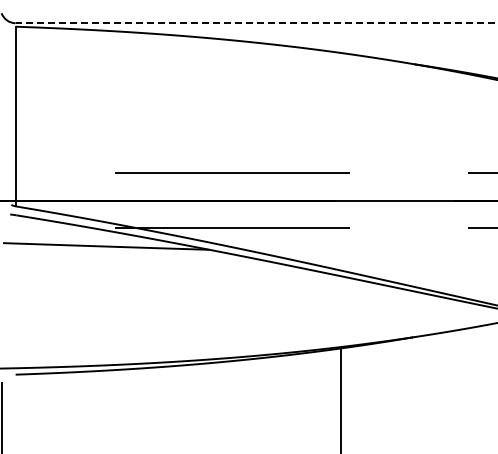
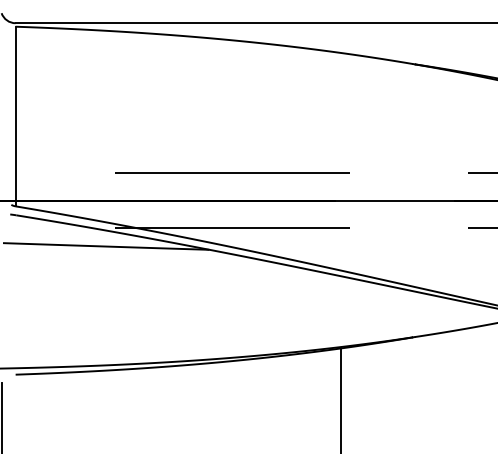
line at (256, 23): dashed -> solid
